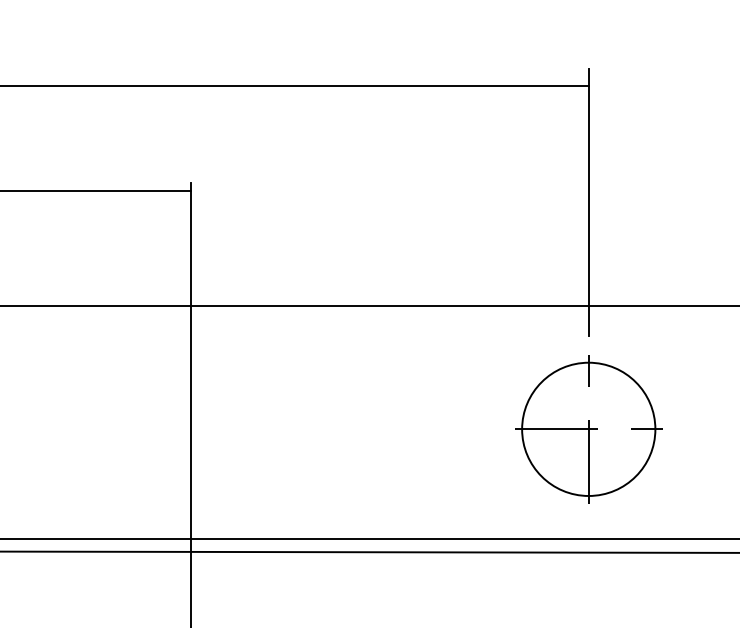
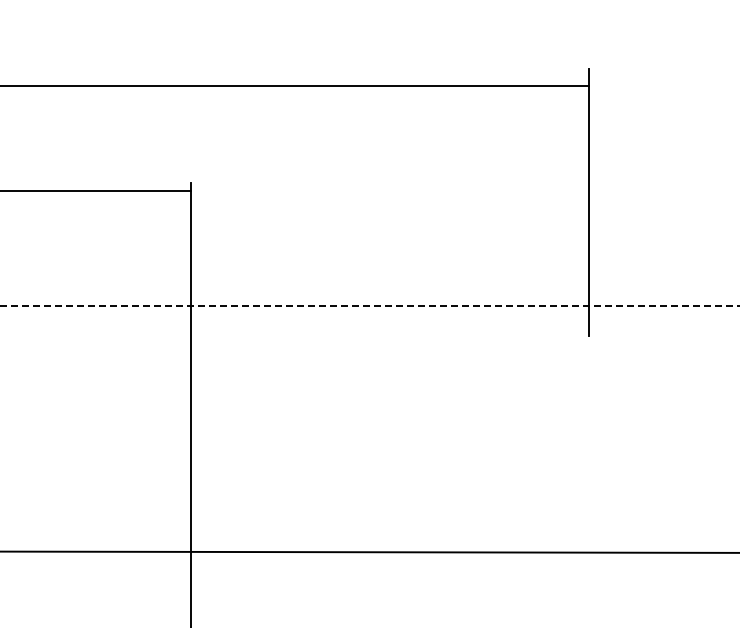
line at (370, 305): solid -> dashed
part at (588, 429): present -> none
line at (369, 539): present -> none
